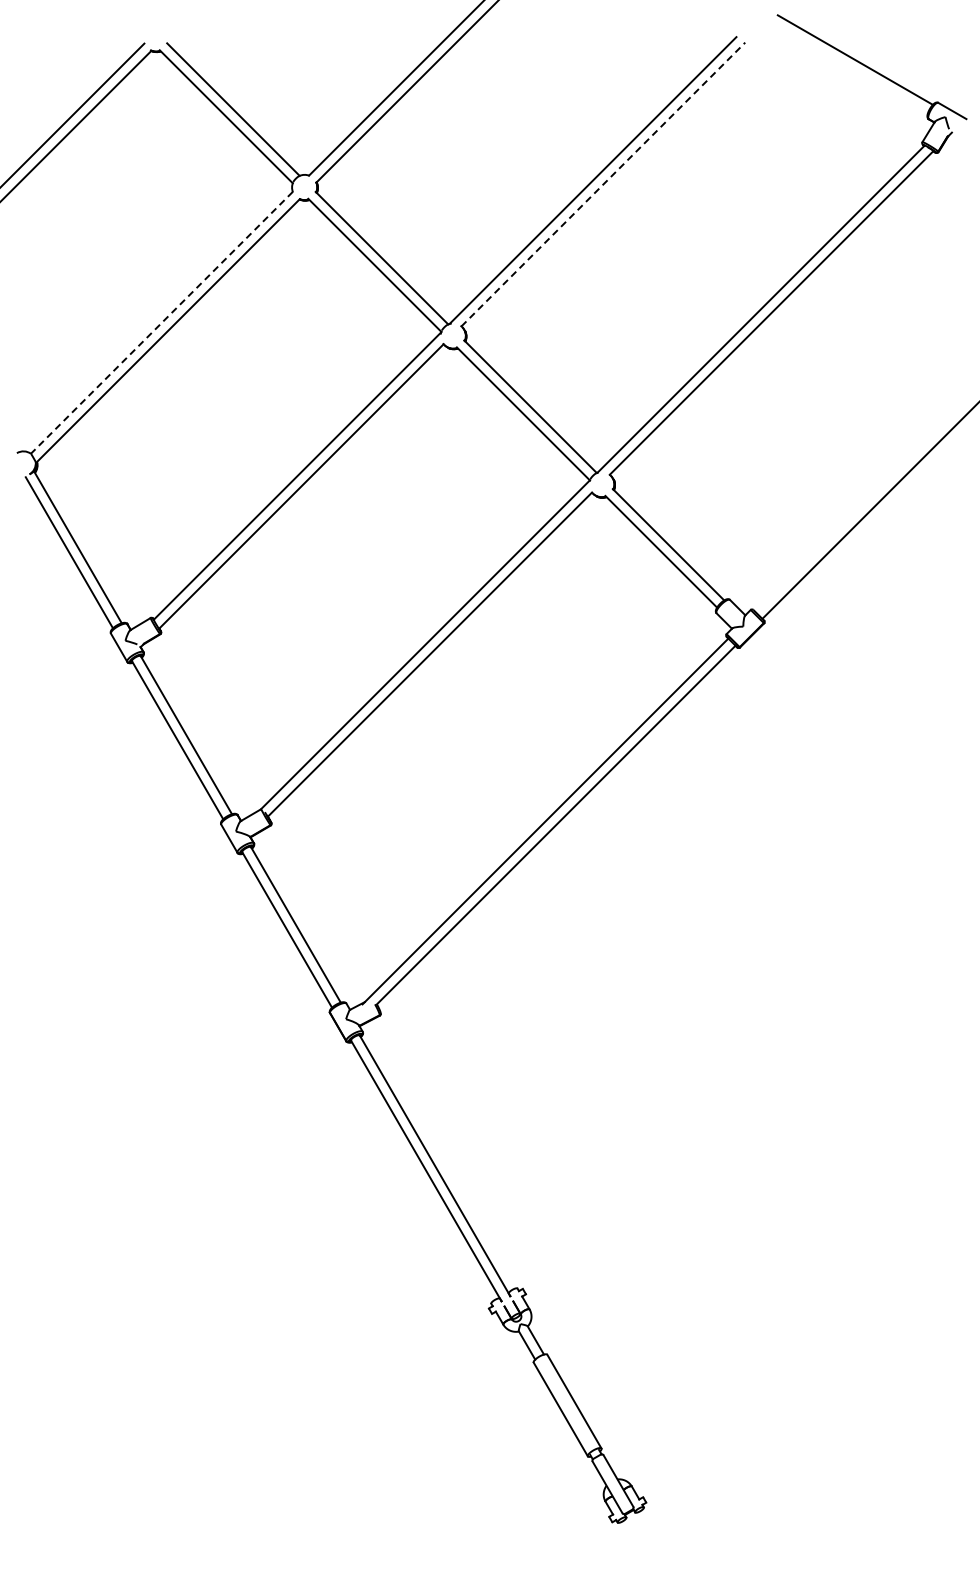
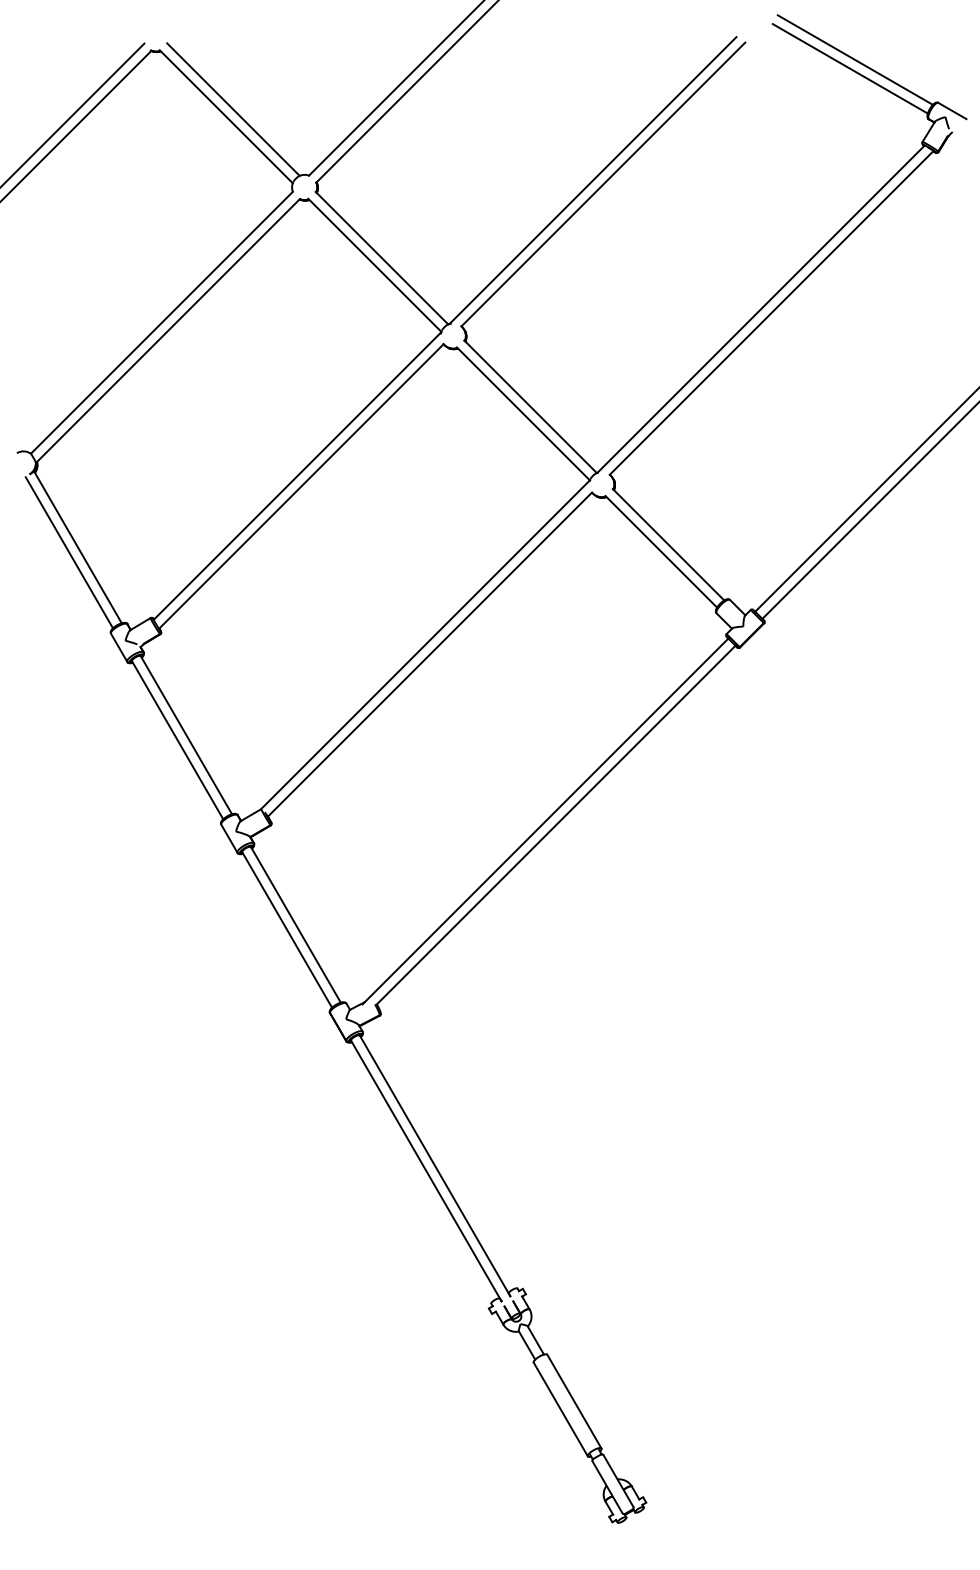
line at (849, 68): none -> present
line at (603, 184): dashed -> solid
line at (161, 323): dashed -> solid
line at (865, 500): none -> present
